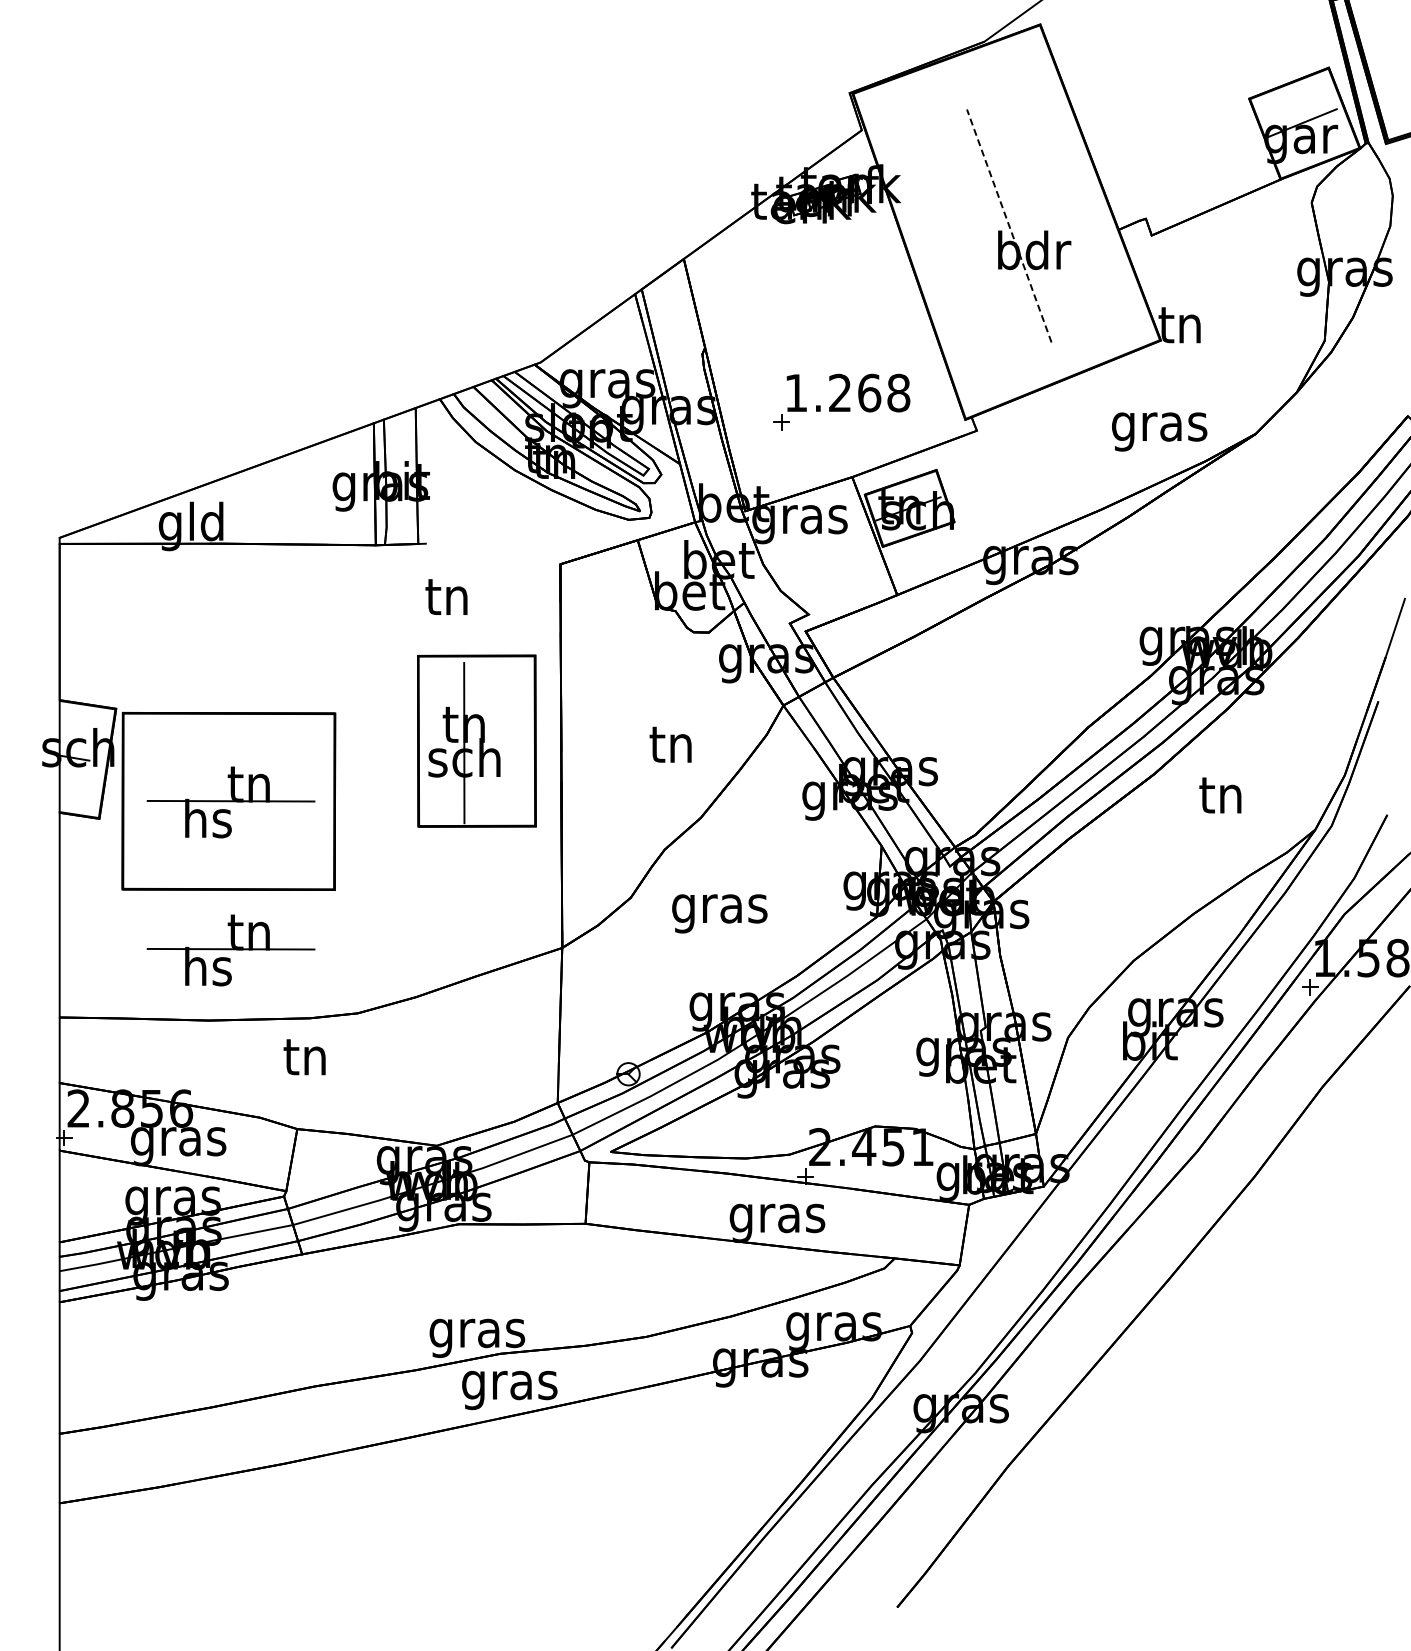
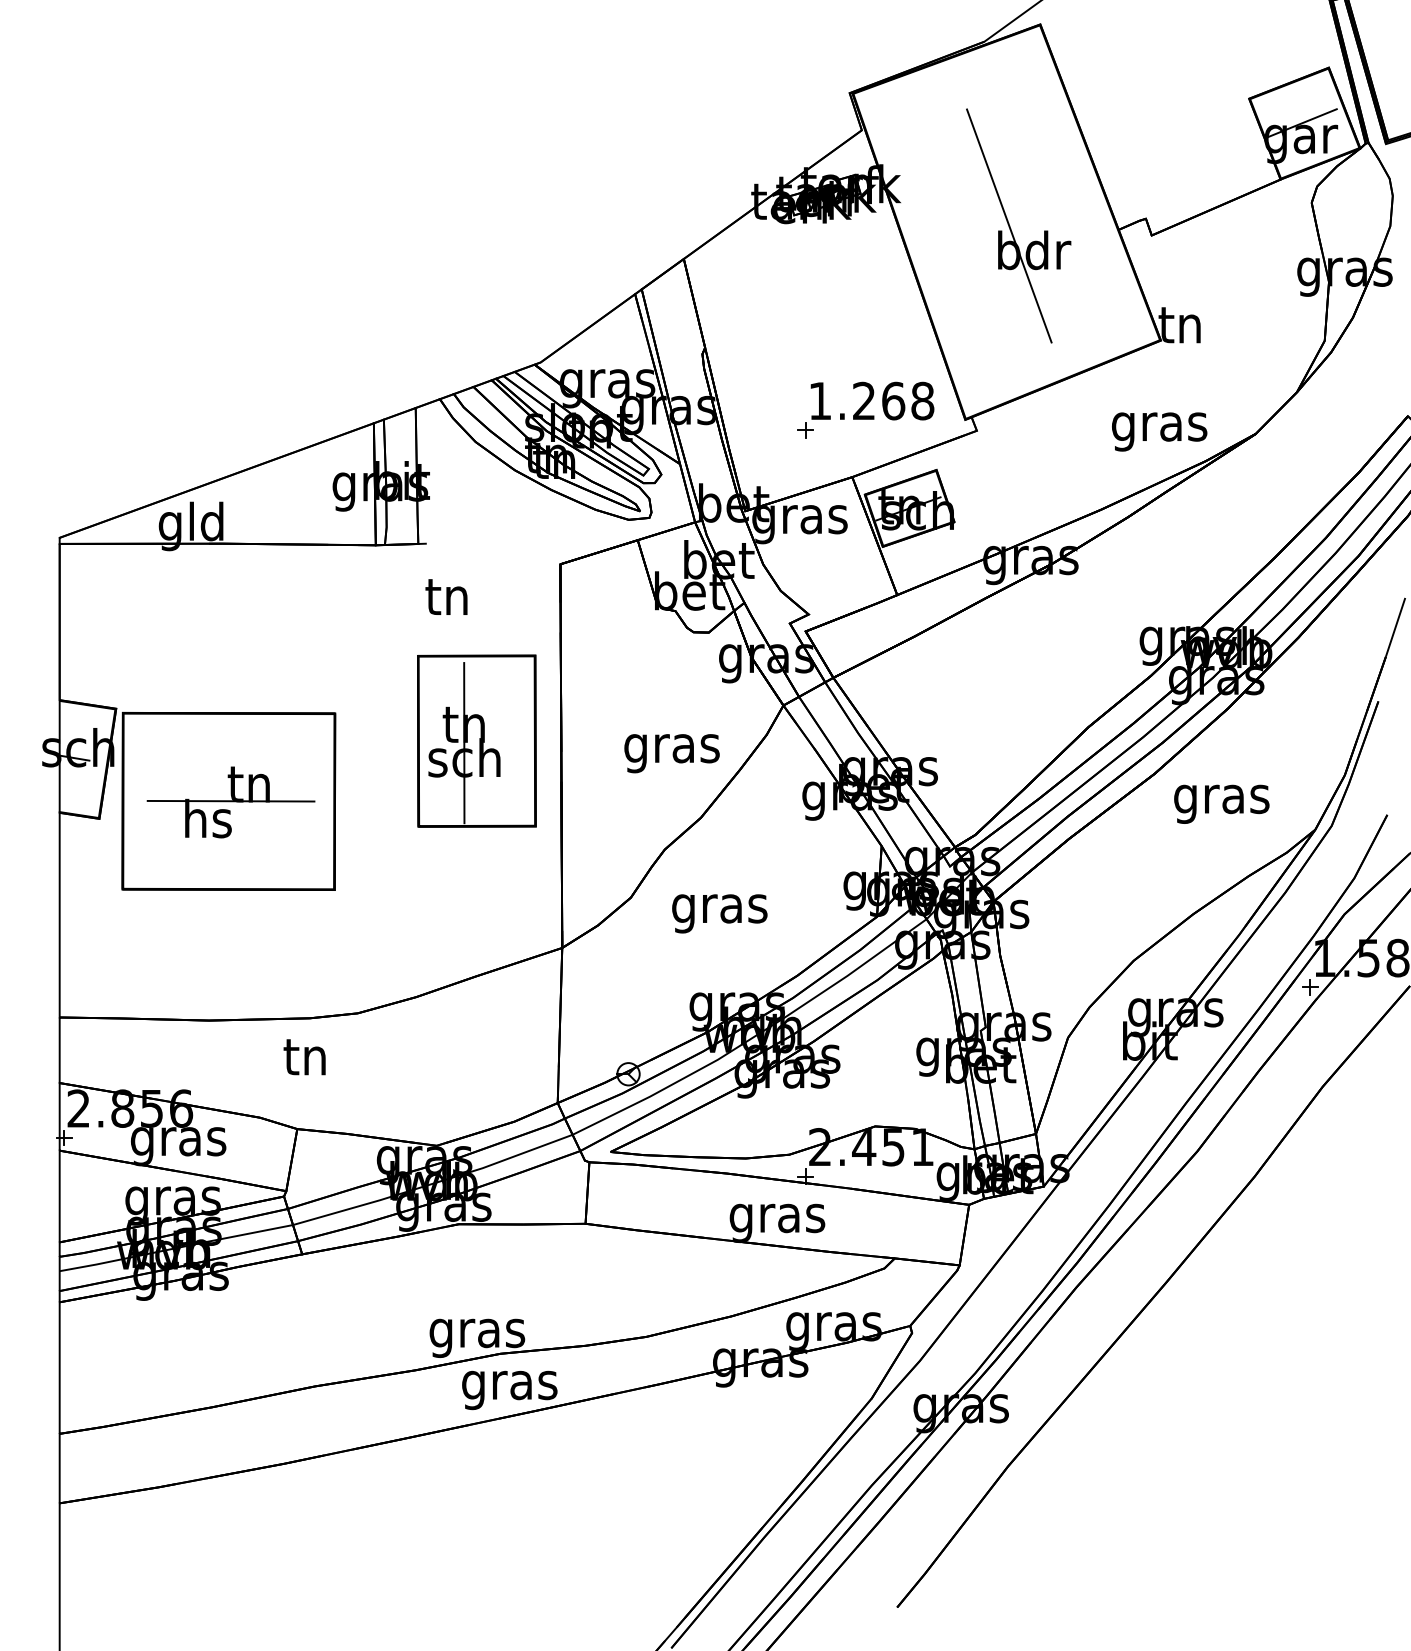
line at (1009, 226): dashed -> solid
part at (841, 401) position: (841, 401) -> (865, 409)
text at (671, 749): tn -> gras
text at (1221, 800): tn -> gras
part at (230, 950): present -> none
